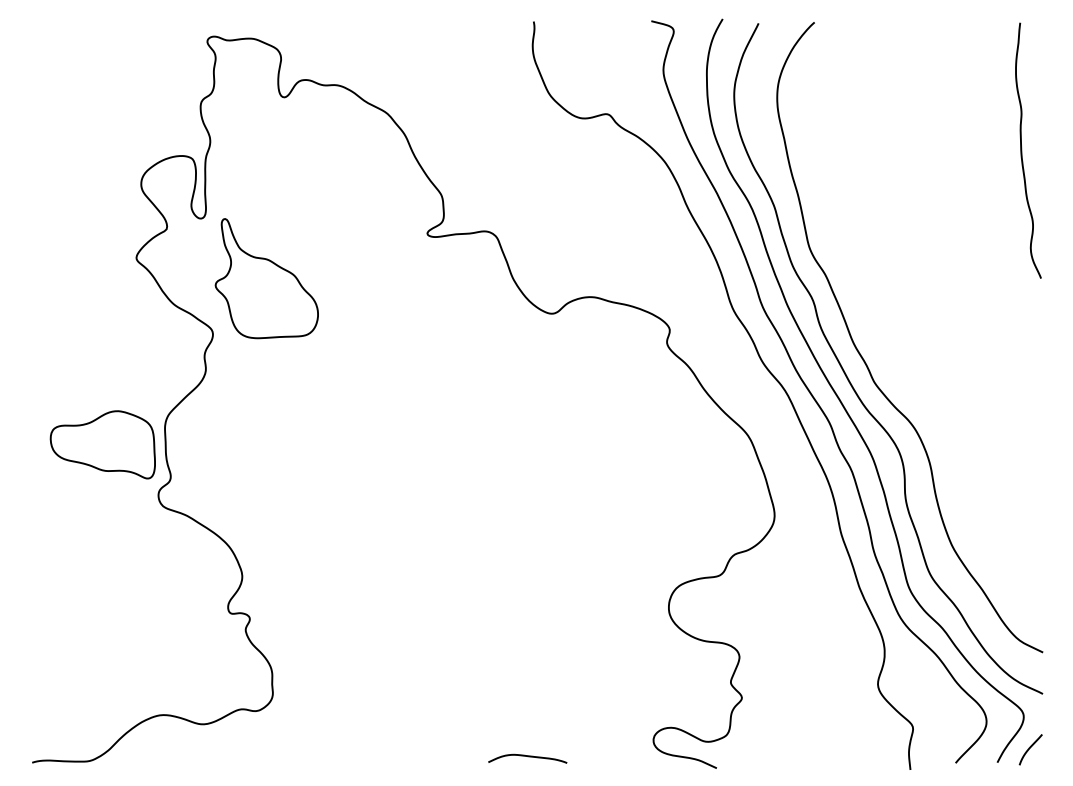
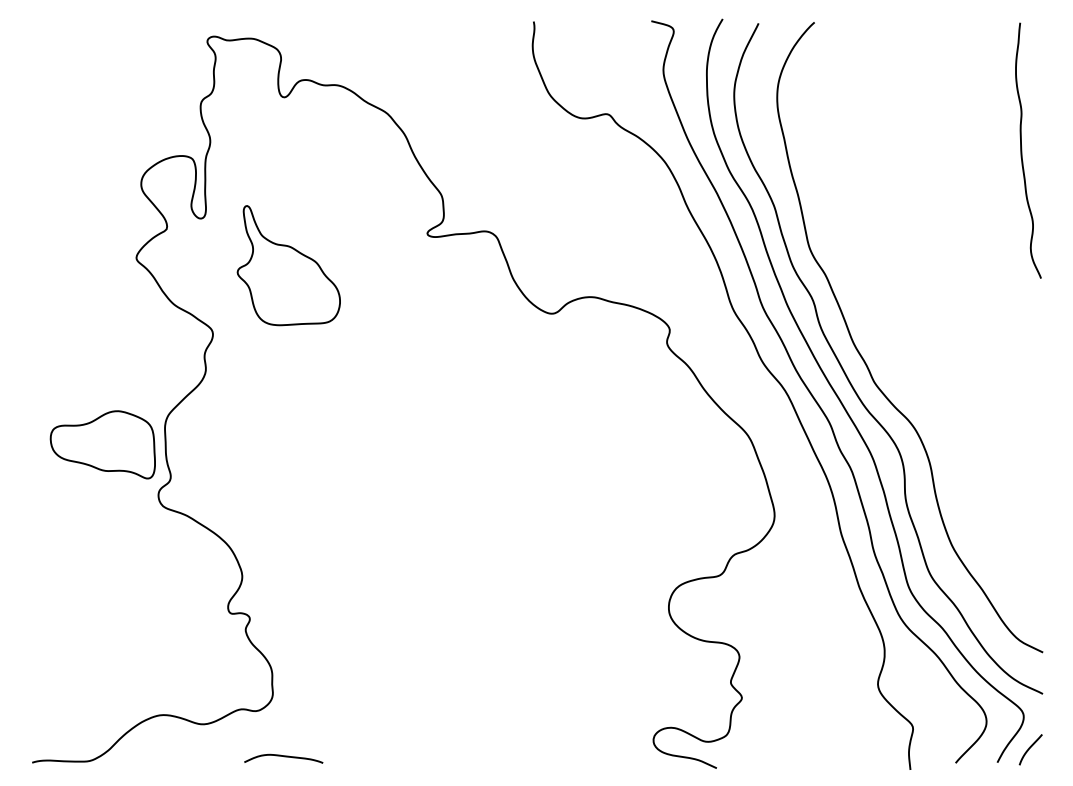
part at (266, 278) position: (266, 278) -> (288, 265)
curve at (528, 757) position: (528, 757) -> (284, 757)
